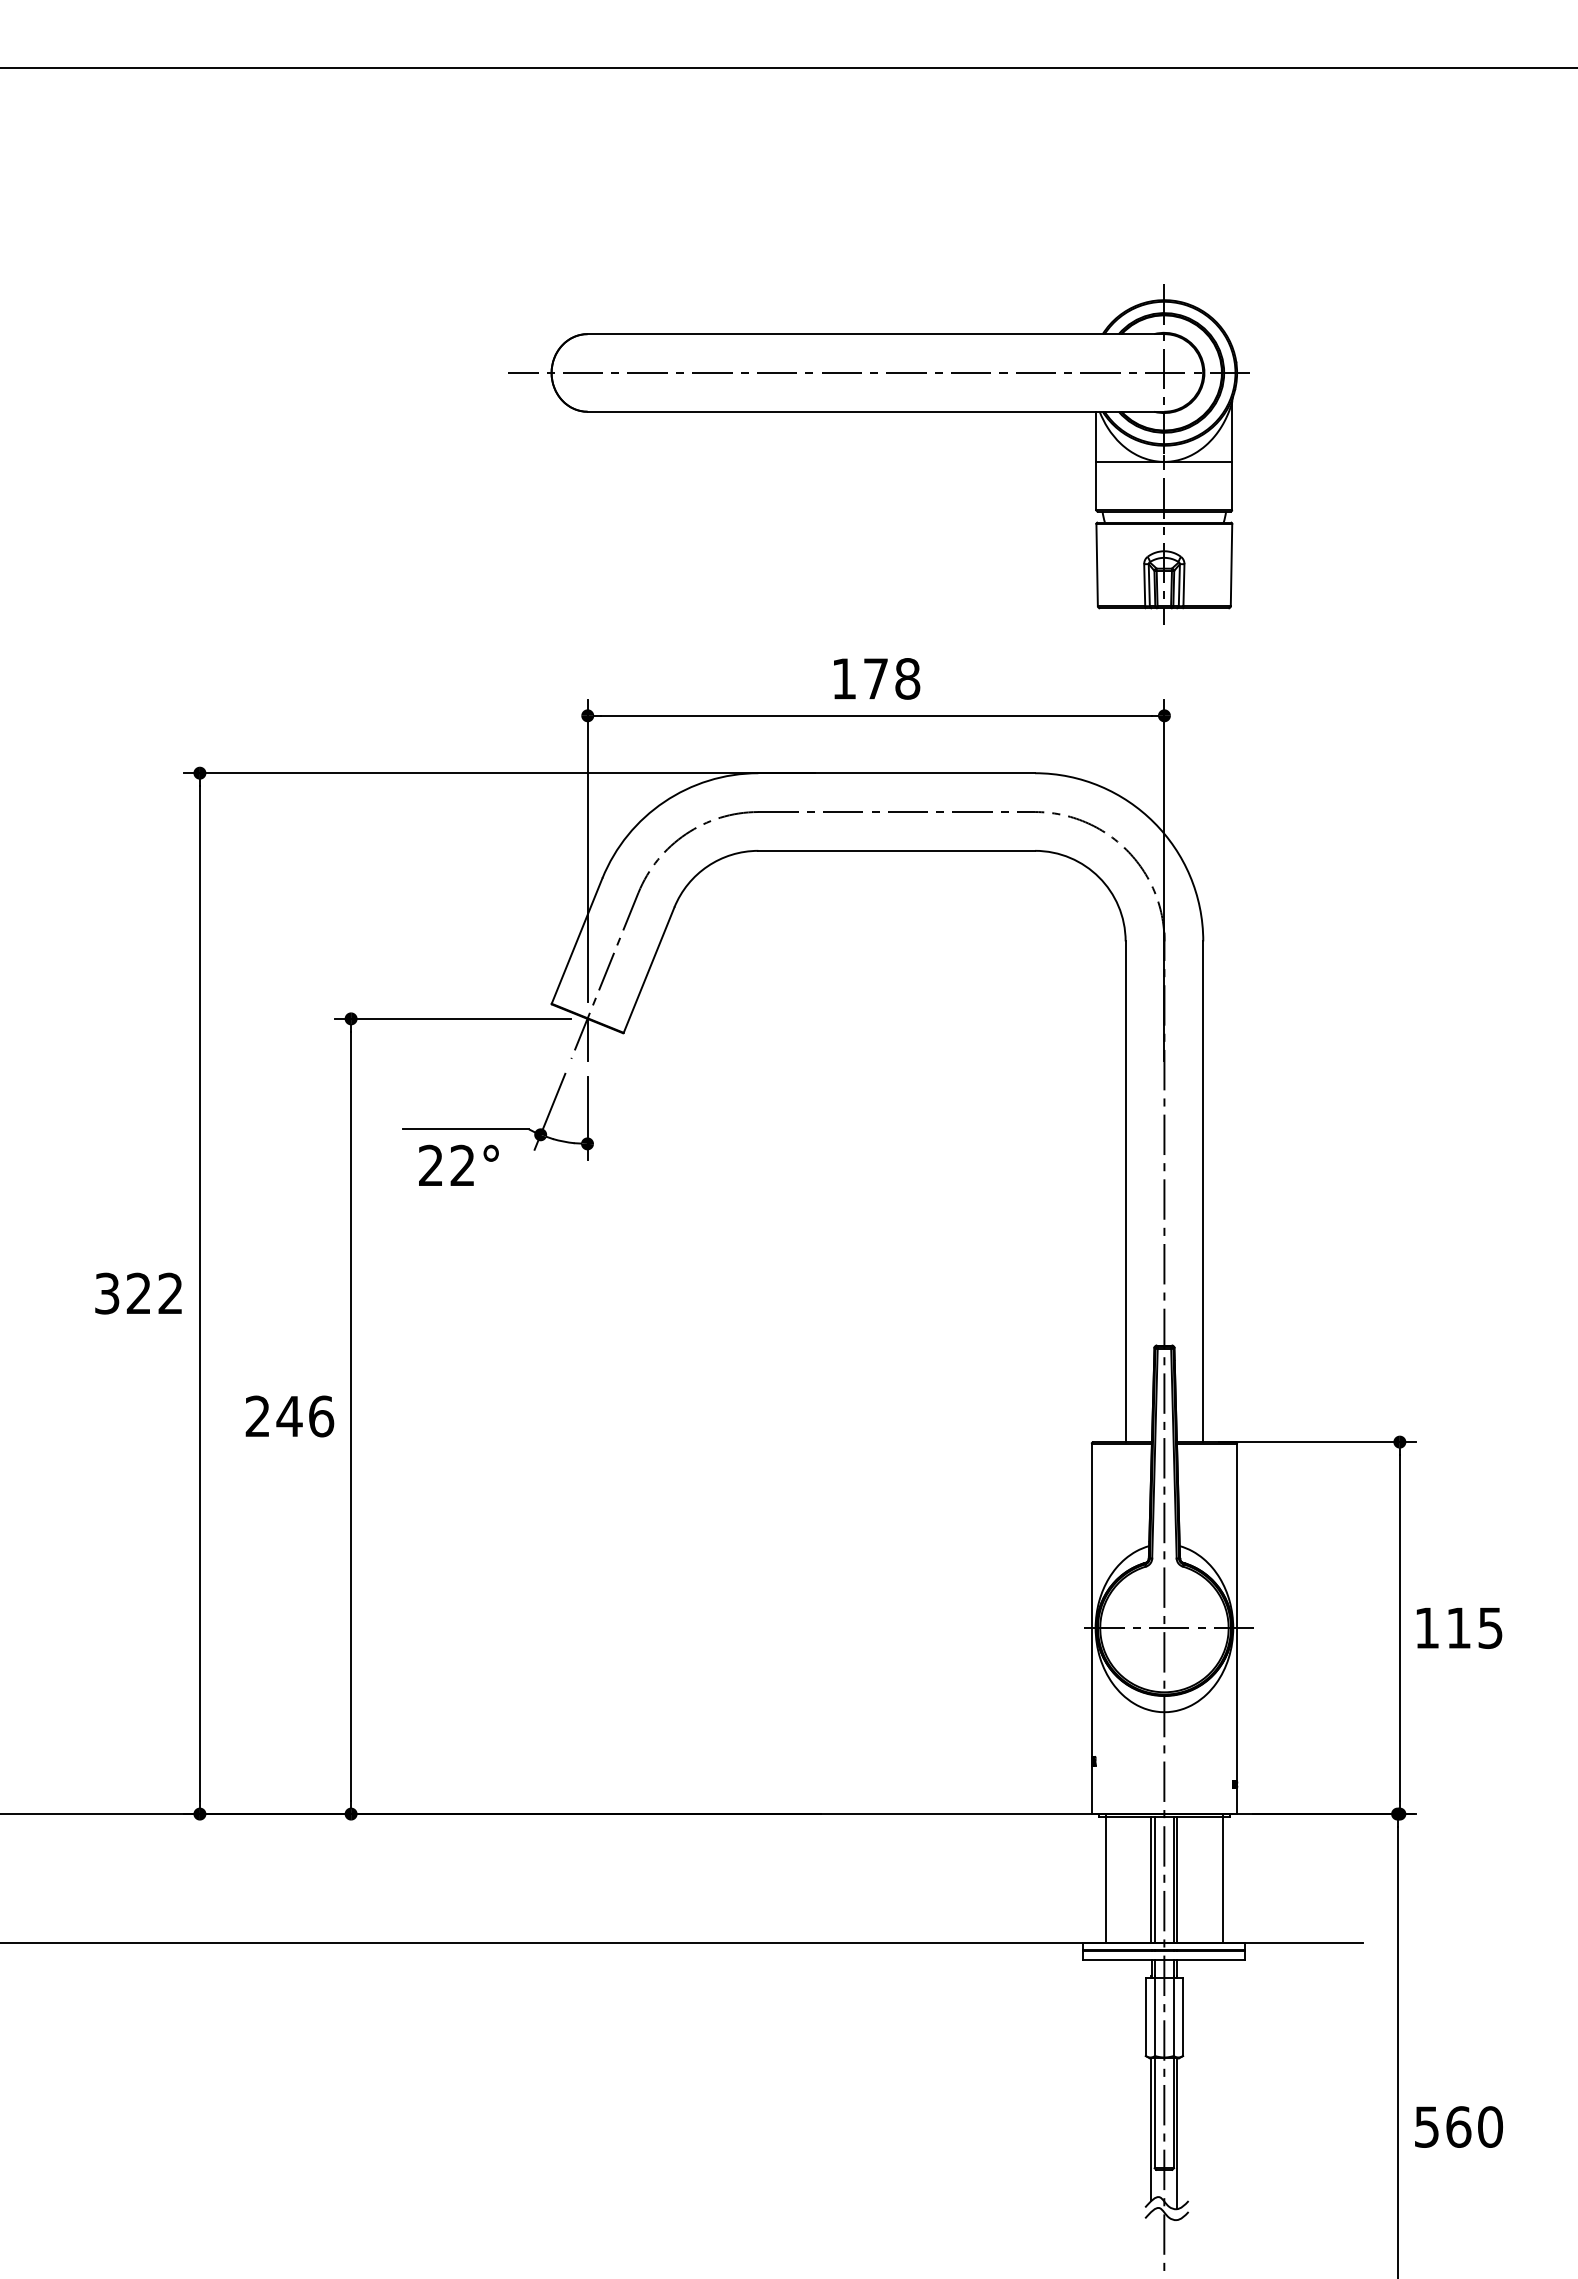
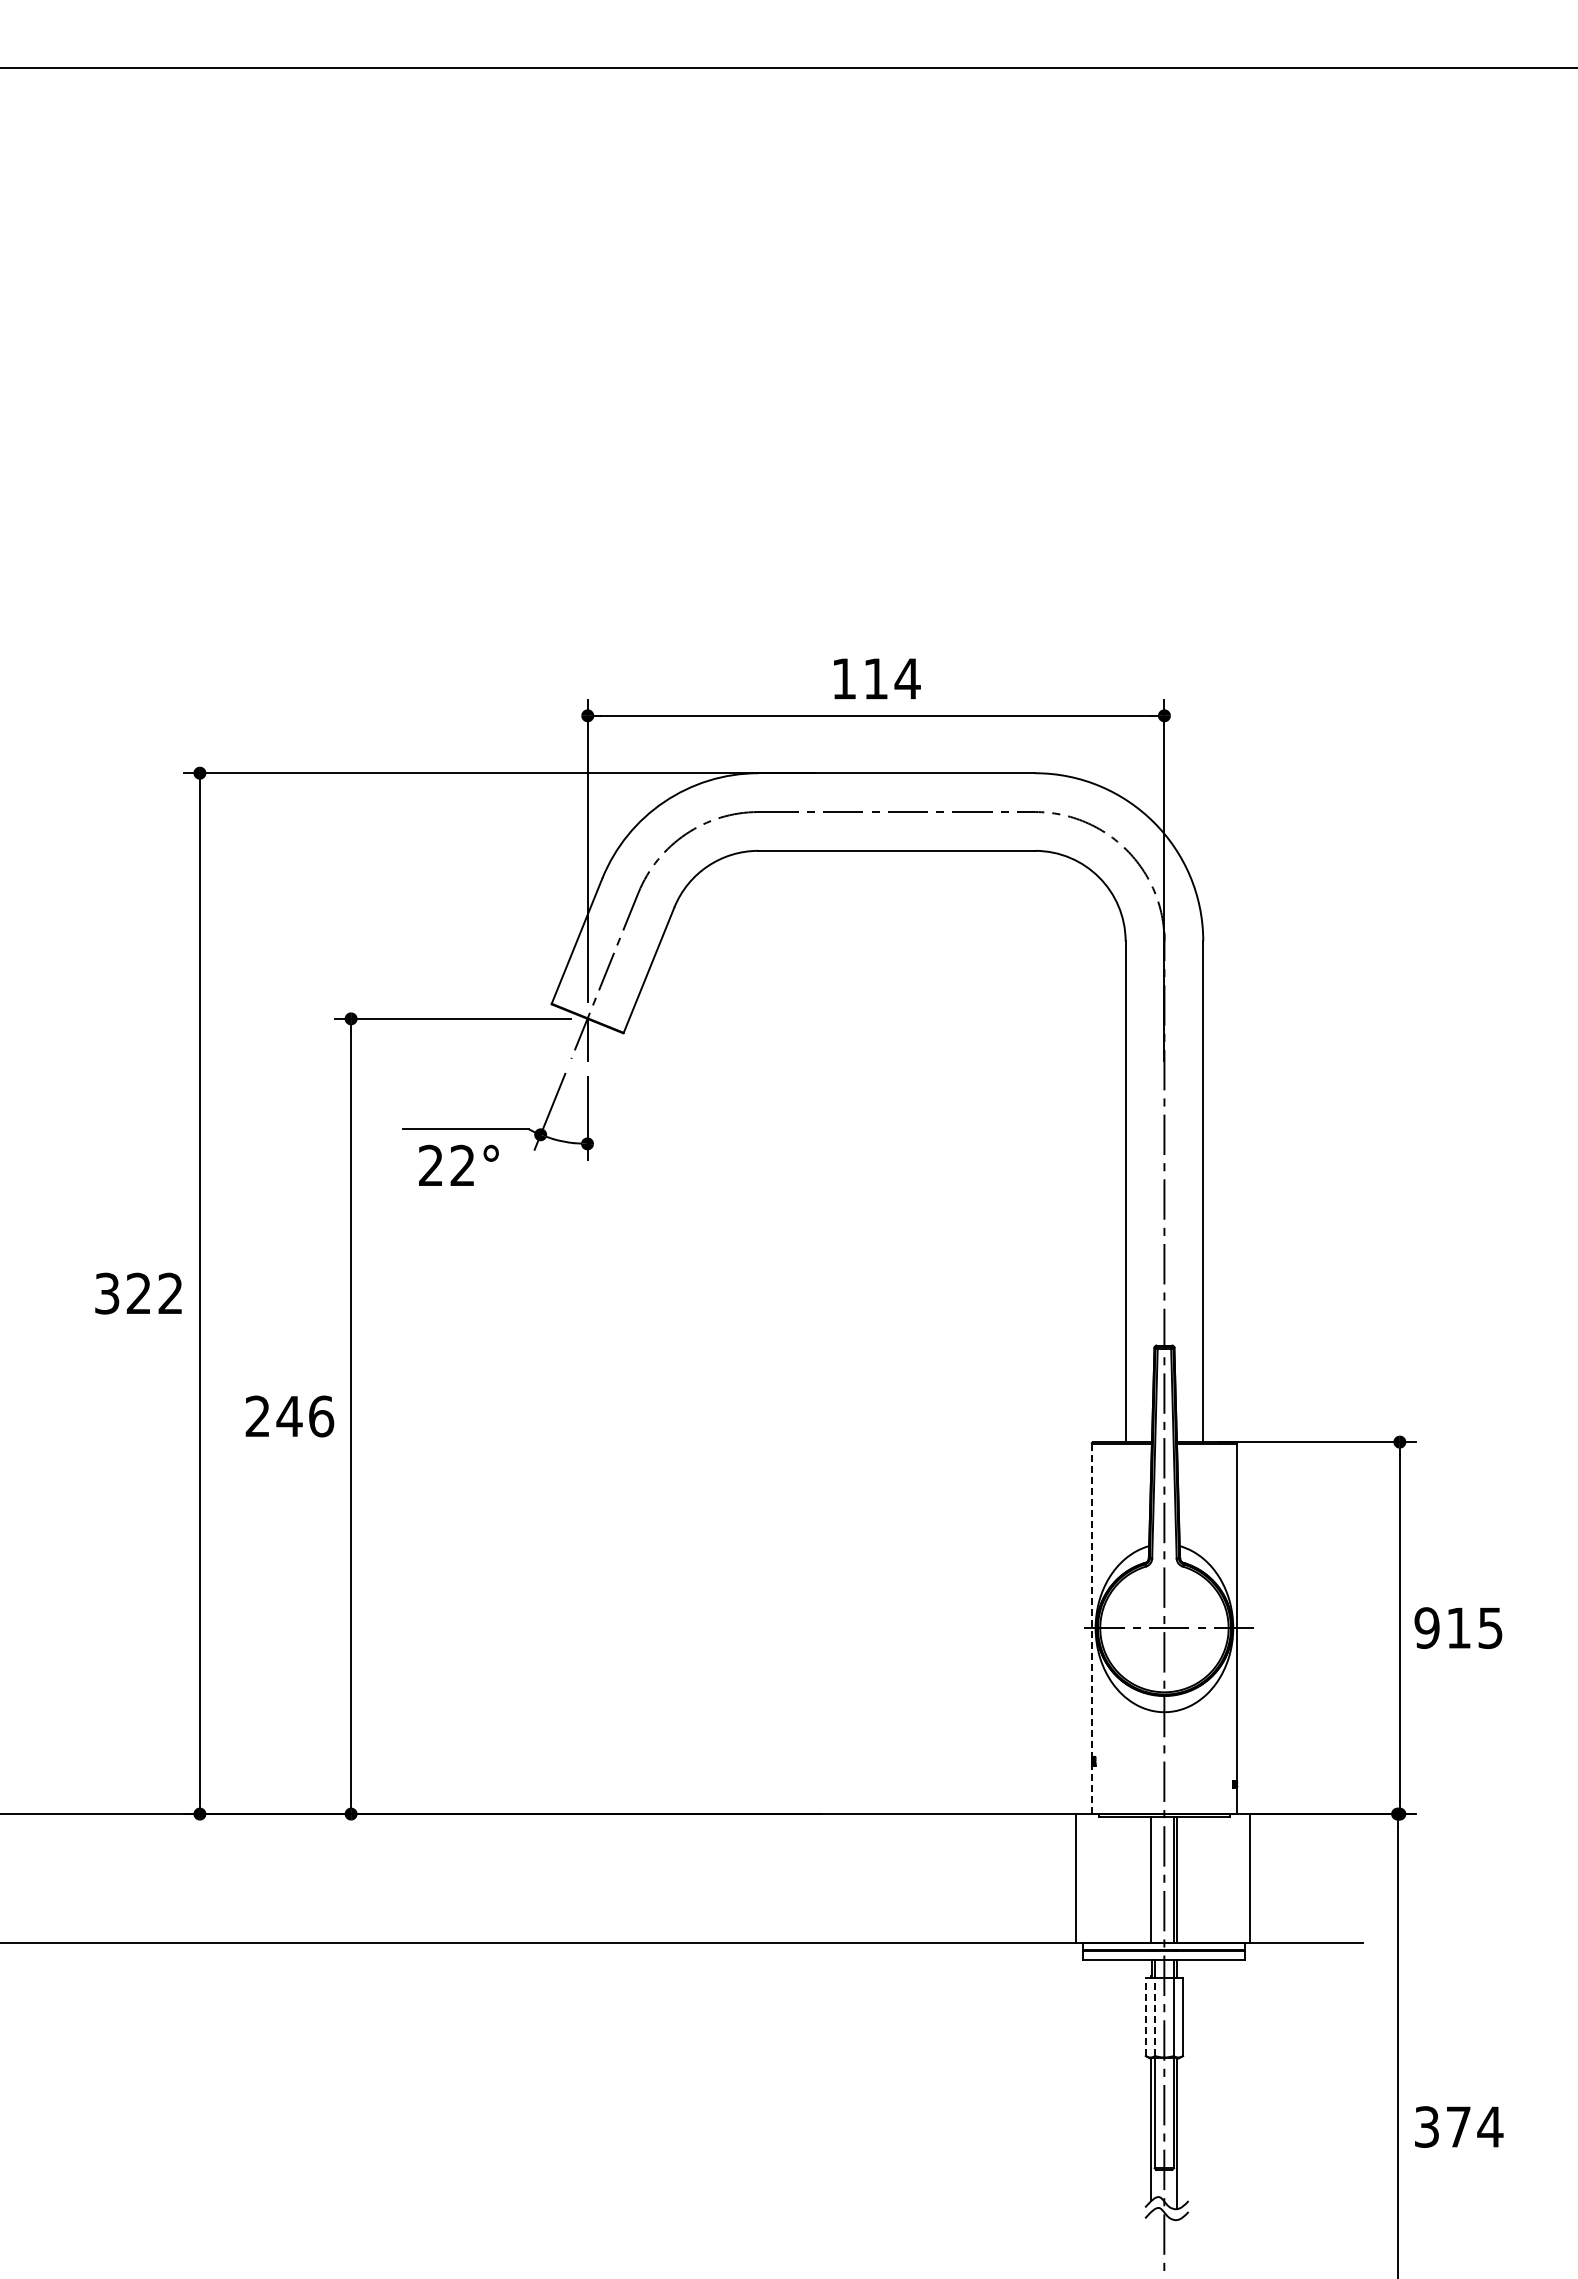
part at (878, 412): present -> none
text at (892, 678): 178 -> 114
text at (1426, 1627): 115 -> 915
line at (1091, 1629): solid -> dashed
line at (1106, 1878) position: (1106, 1878) -> (1076, 1878)
line at (1222, 1878) position: (1222, 1878) -> (1249, 1878)
line at (1154, 1880): present -> none
line at (1145, 2016): solid -> dashed
line at (1155, 2016): solid -> dashed
text at (1459, 2126): 560 -> 374
